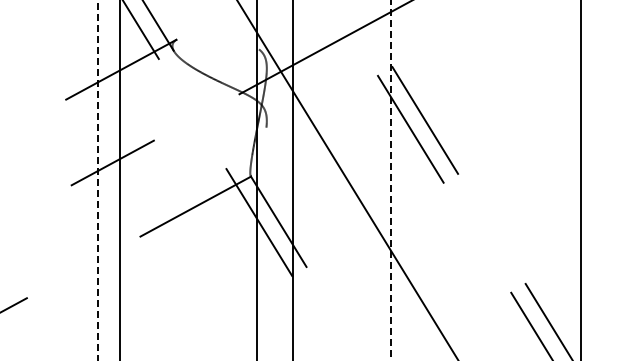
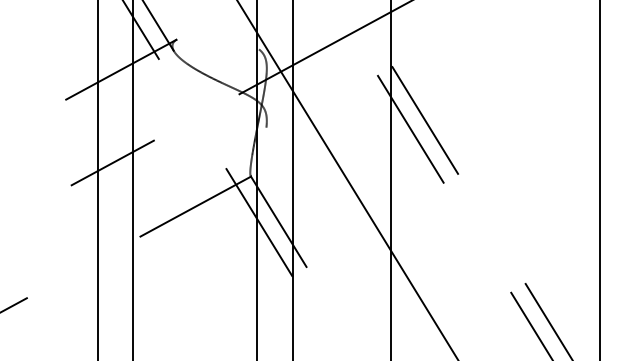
line at (97, 179): dashed -> solid
line at (120, 179) position: (120, 179) -> (133, 179)
line at (581, 179) position: (581, 179) -> (600, 179)
line at (391, 180): dashed -> solid
